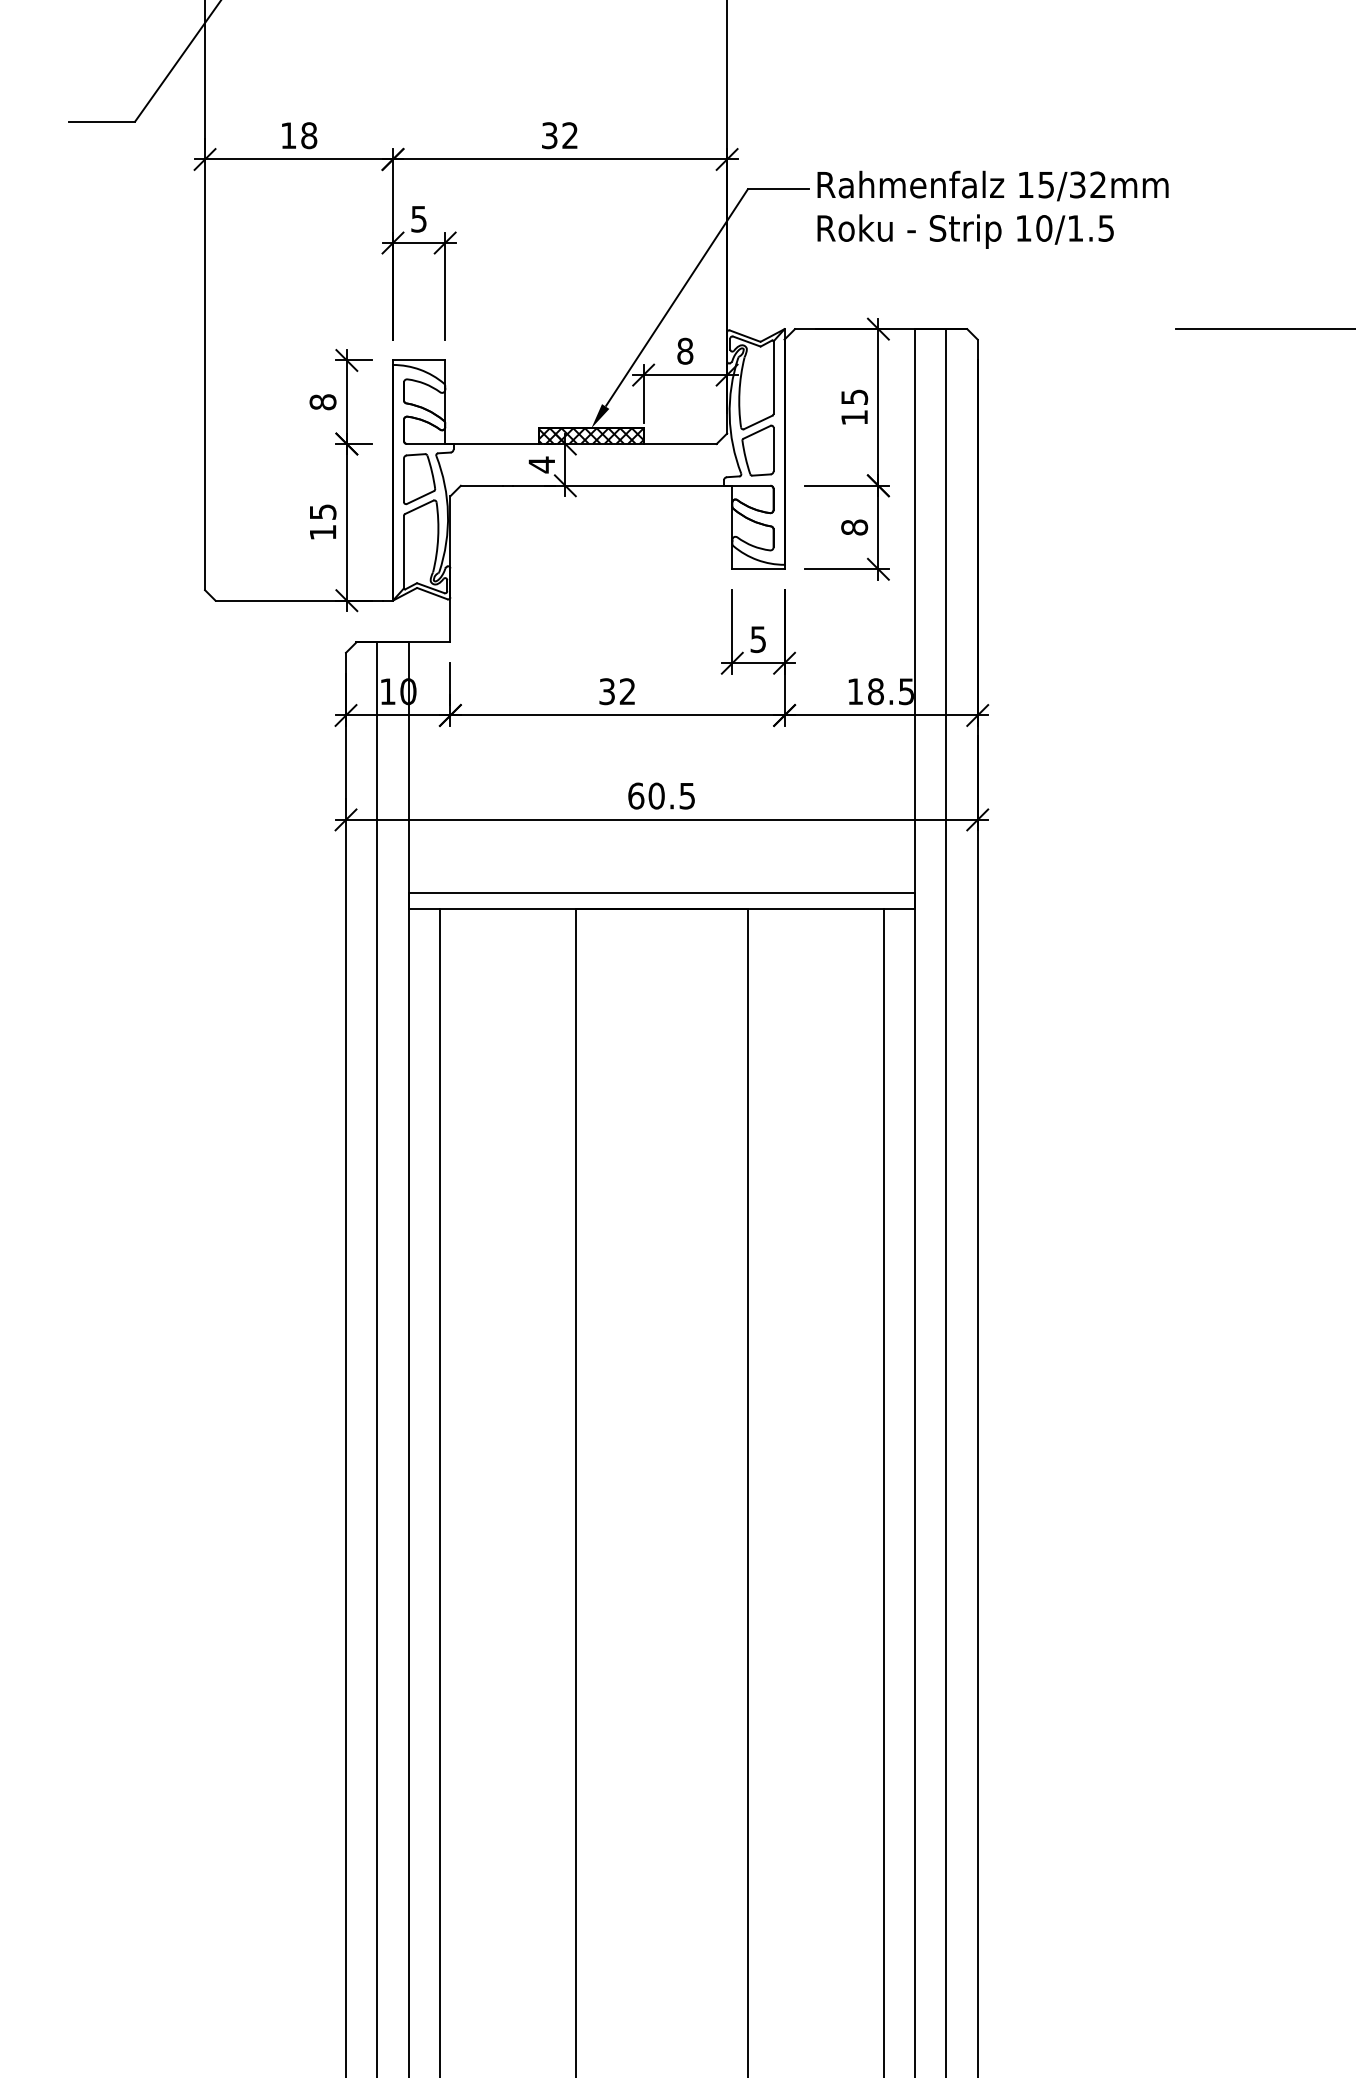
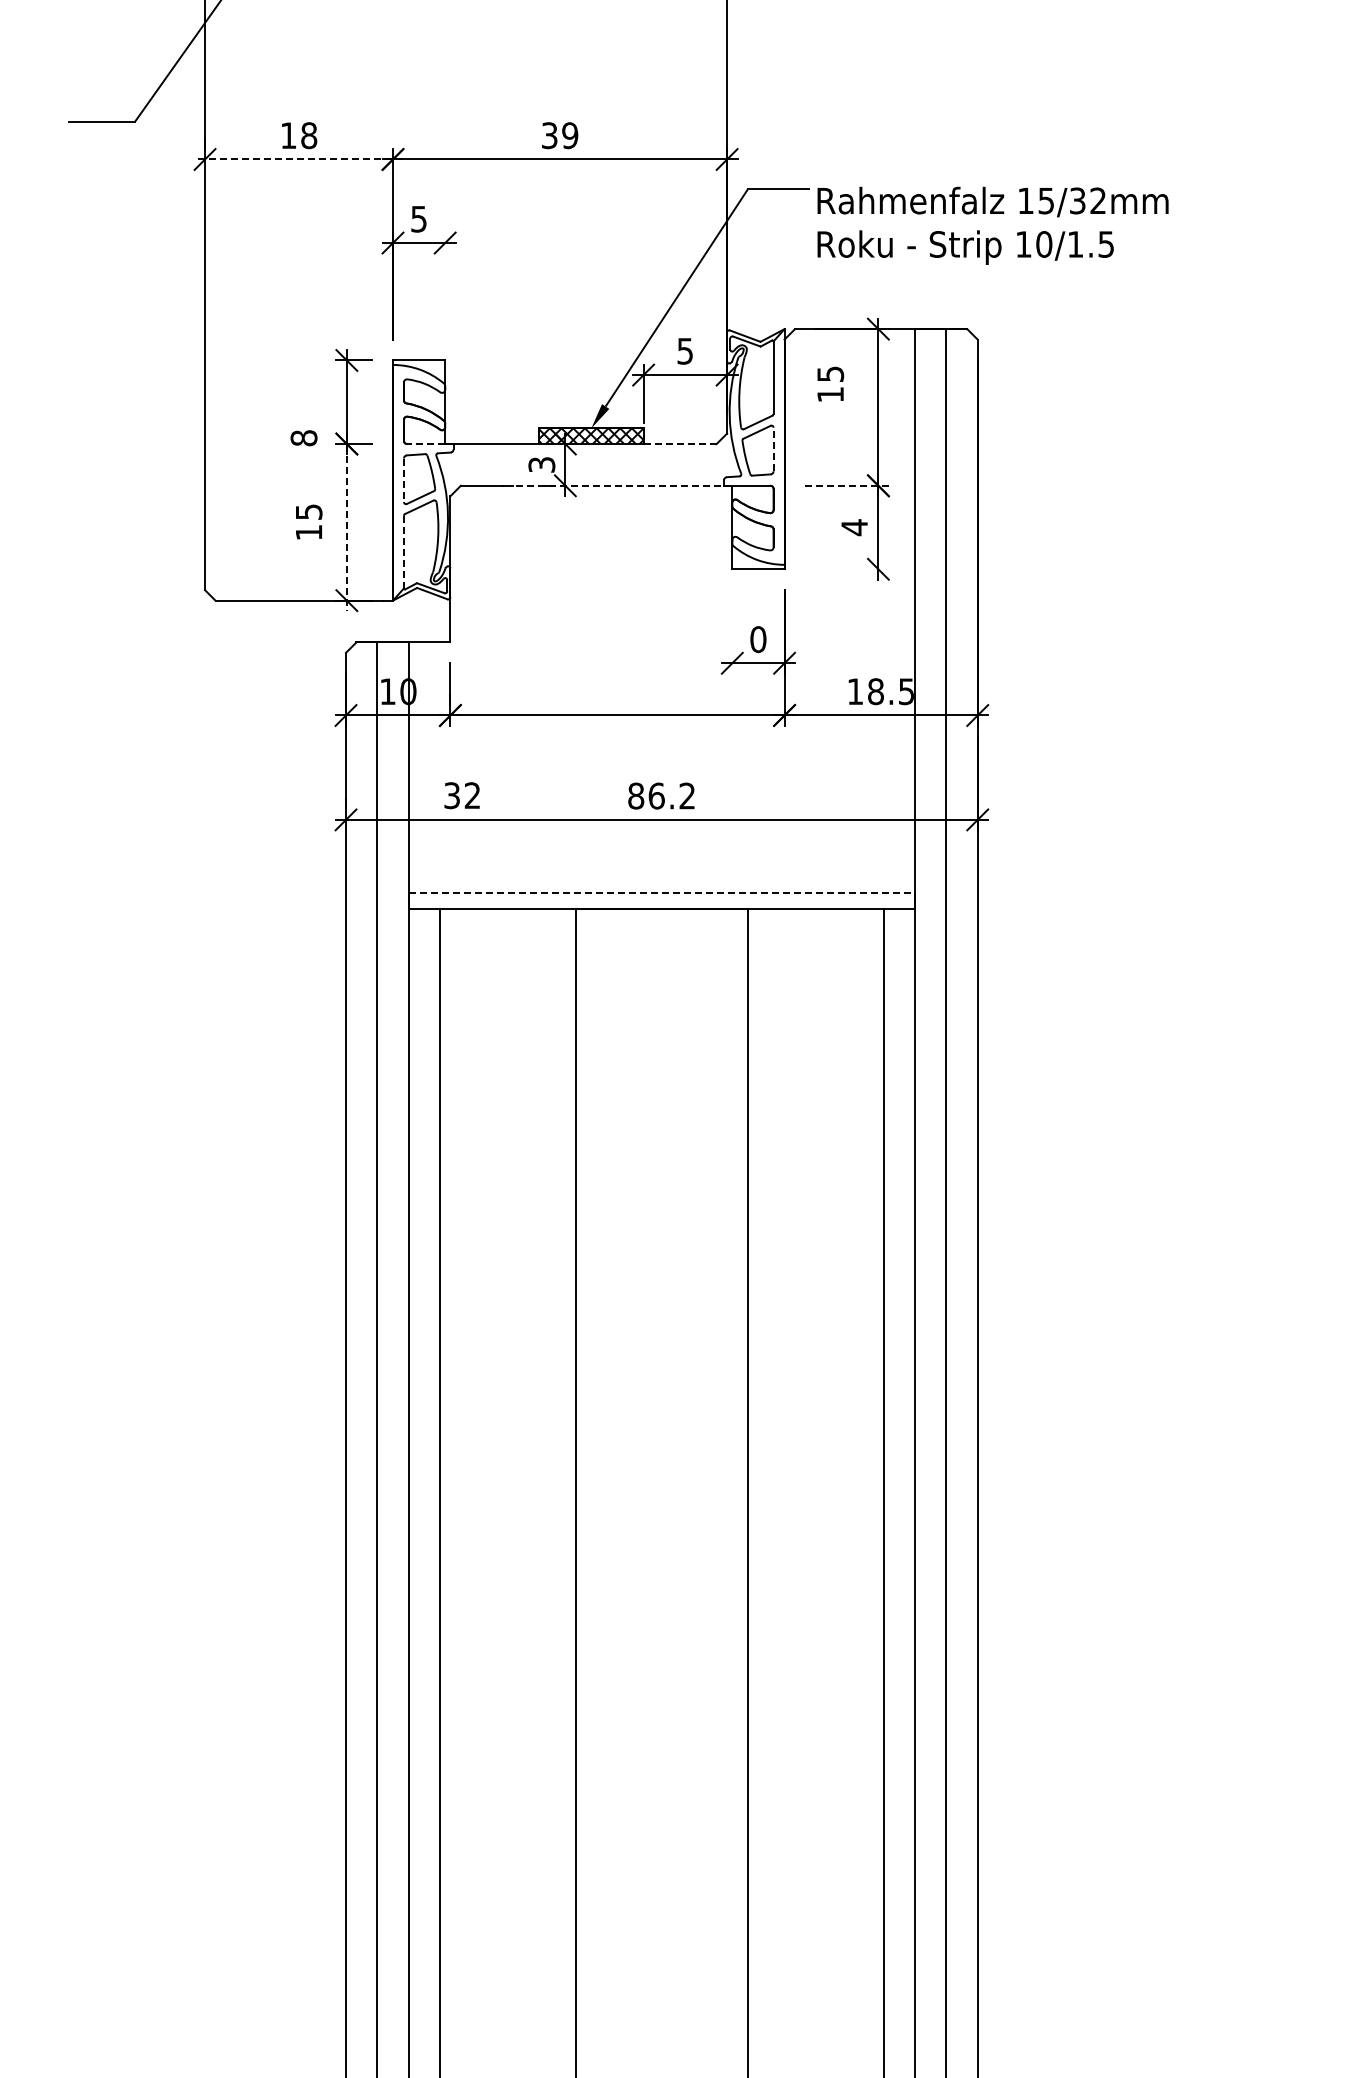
text at (570, 135): 32 -> 39
line at (298, 159): solid -> dashed
text at (992, 209) position: (992, 209) -> (992, 225)
line at (445, 285): present -> none
line at (1264, 329): present -> none
text at (685, 350): 8 -> 5
text at (322, 402) position: (322, 402) -> (303, 438)
text at (854, 406) position: (854, 406) -> (830, 383)
line at (425, 444): solid -> dashed
line at (680, 444): solid -> dashed
line at (773, 449): solid -> dashed
text at (541, 464): 4 -> 3
line at (403, 480): solid -> dashed
line at (622, 485): solid -> dashed
line at (847, 485): solid -> dashed
text at (323, 521) position: (323, 521) -> (309, 521)
line at (346, 522): solid -> dashed
text at (854, 527): 8 -> 4
line at (403, 552): solid -> dashed
line at (846, 569): present -> none
line at (732, 631): present -> none
text at (758, 639): 5 -> 0
text at (616, 691) position: (616, 691) -> (461, 795)
text at (661, 795): 60.5 -> 86.2
line at (662, 893): solid -> dashed
